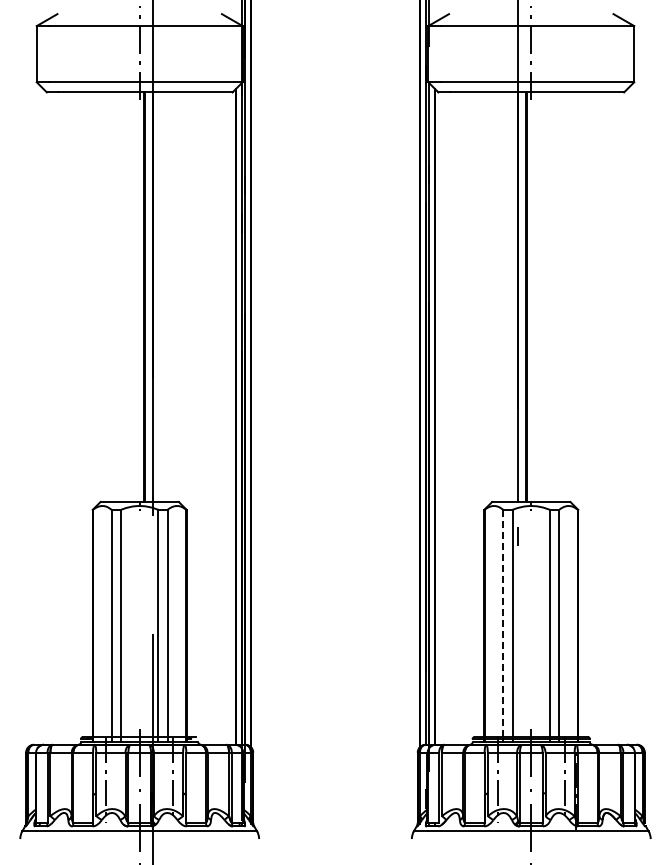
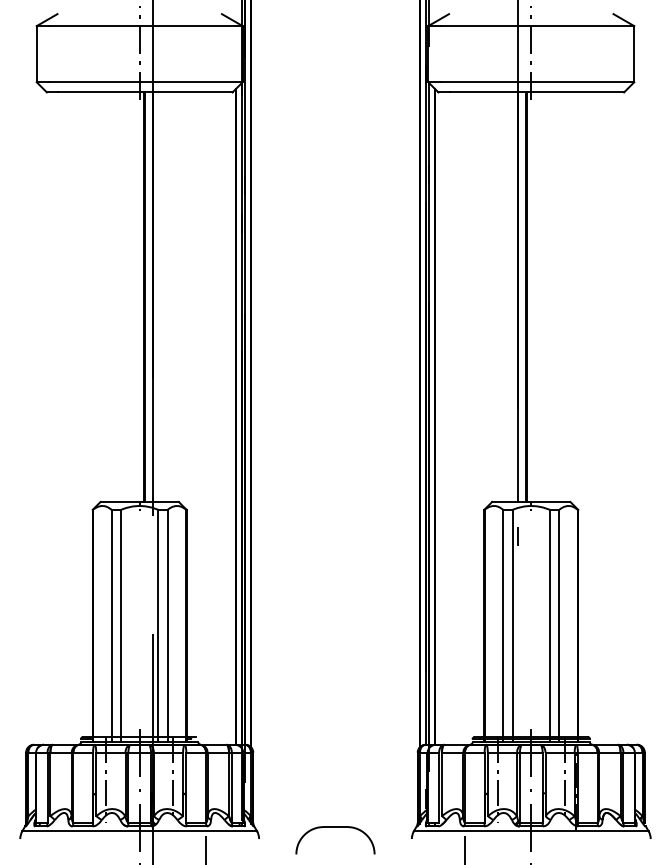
line at (503, 623): dashed -> solid
part at (335, 827): none -> present
line at (206, 848): none -> present
line at (464, 848): none -> present
